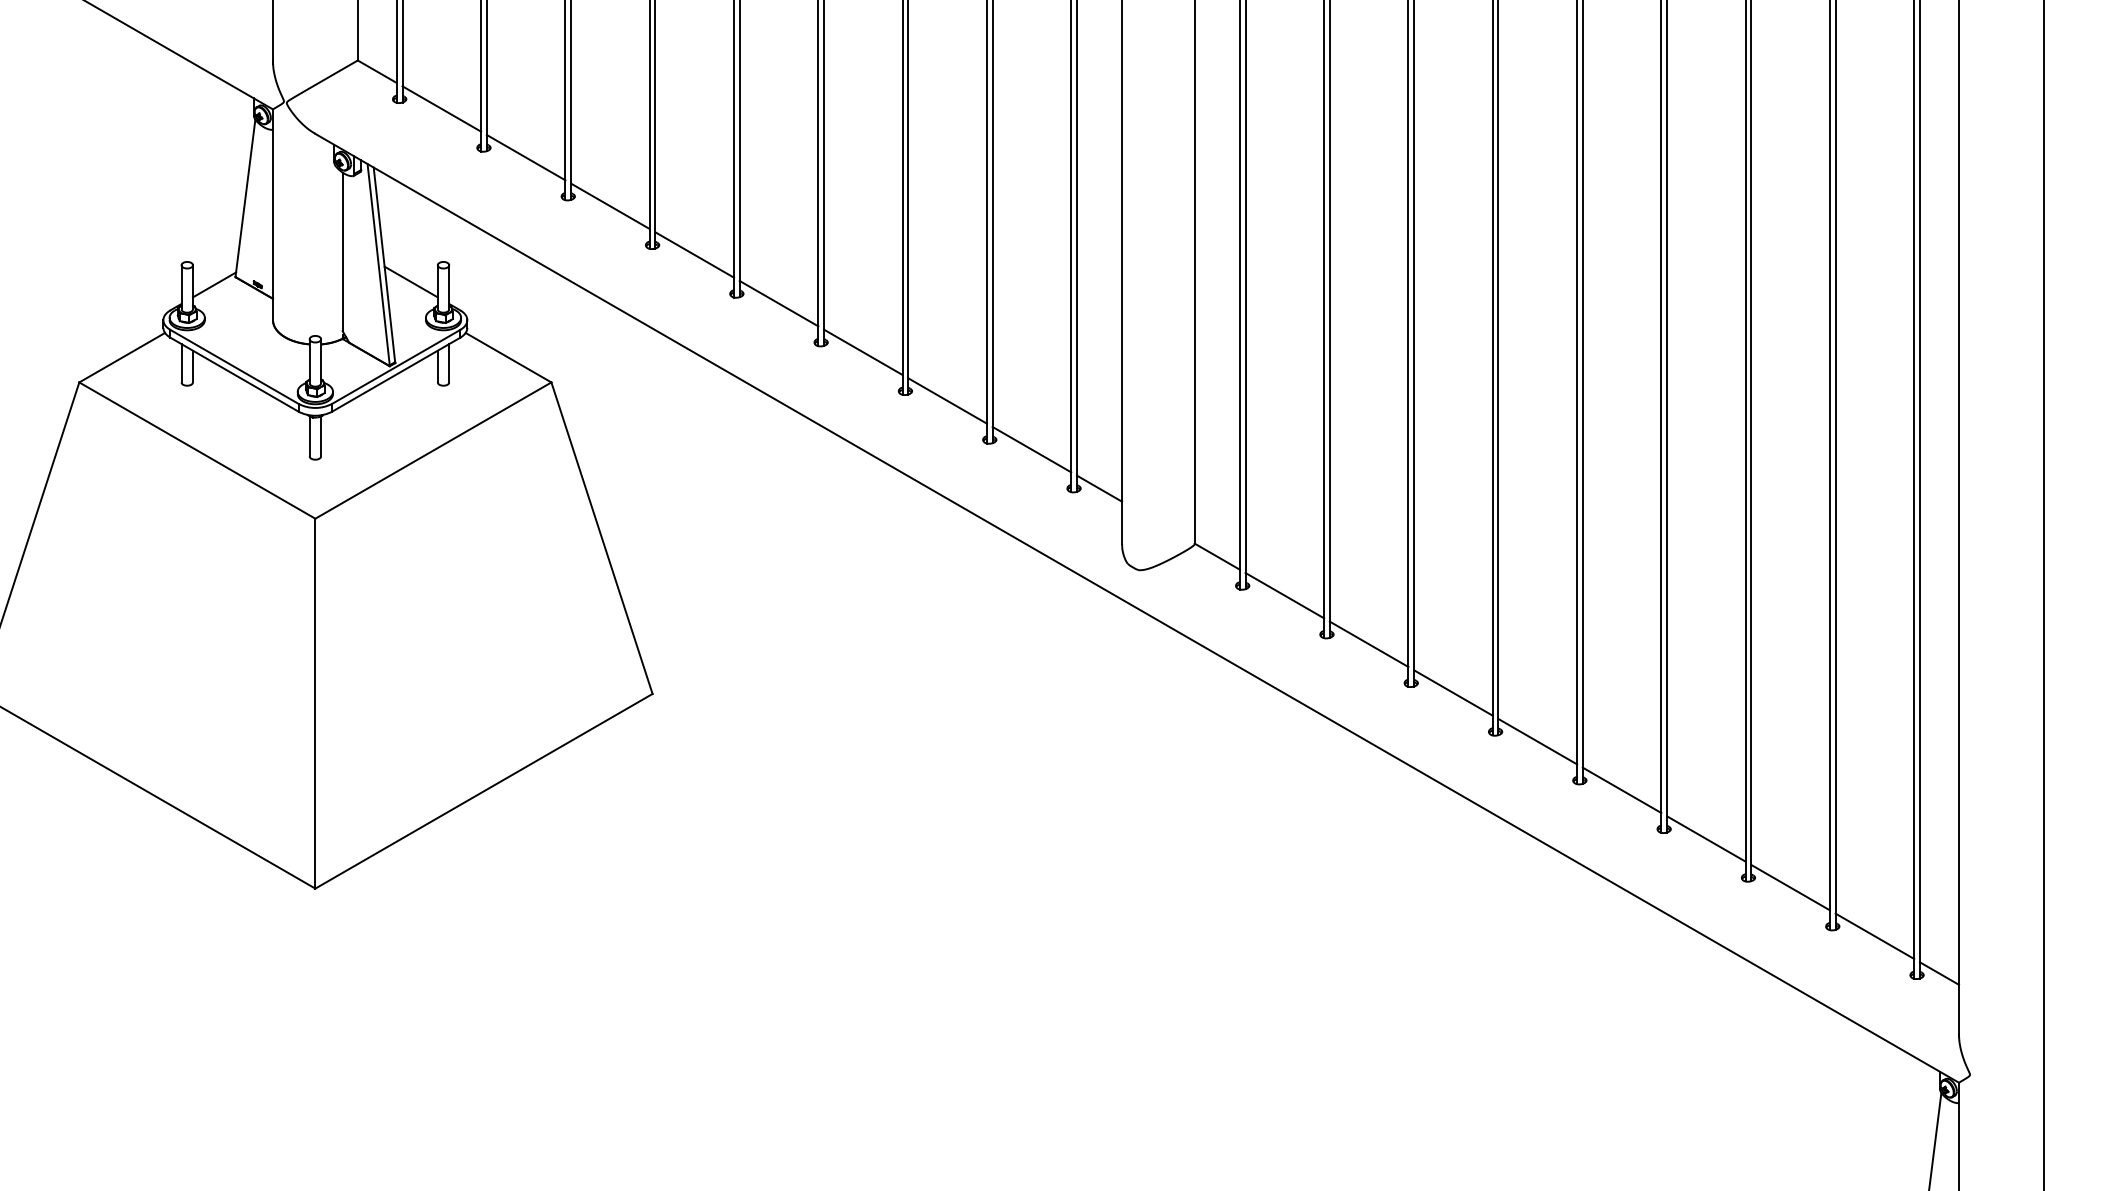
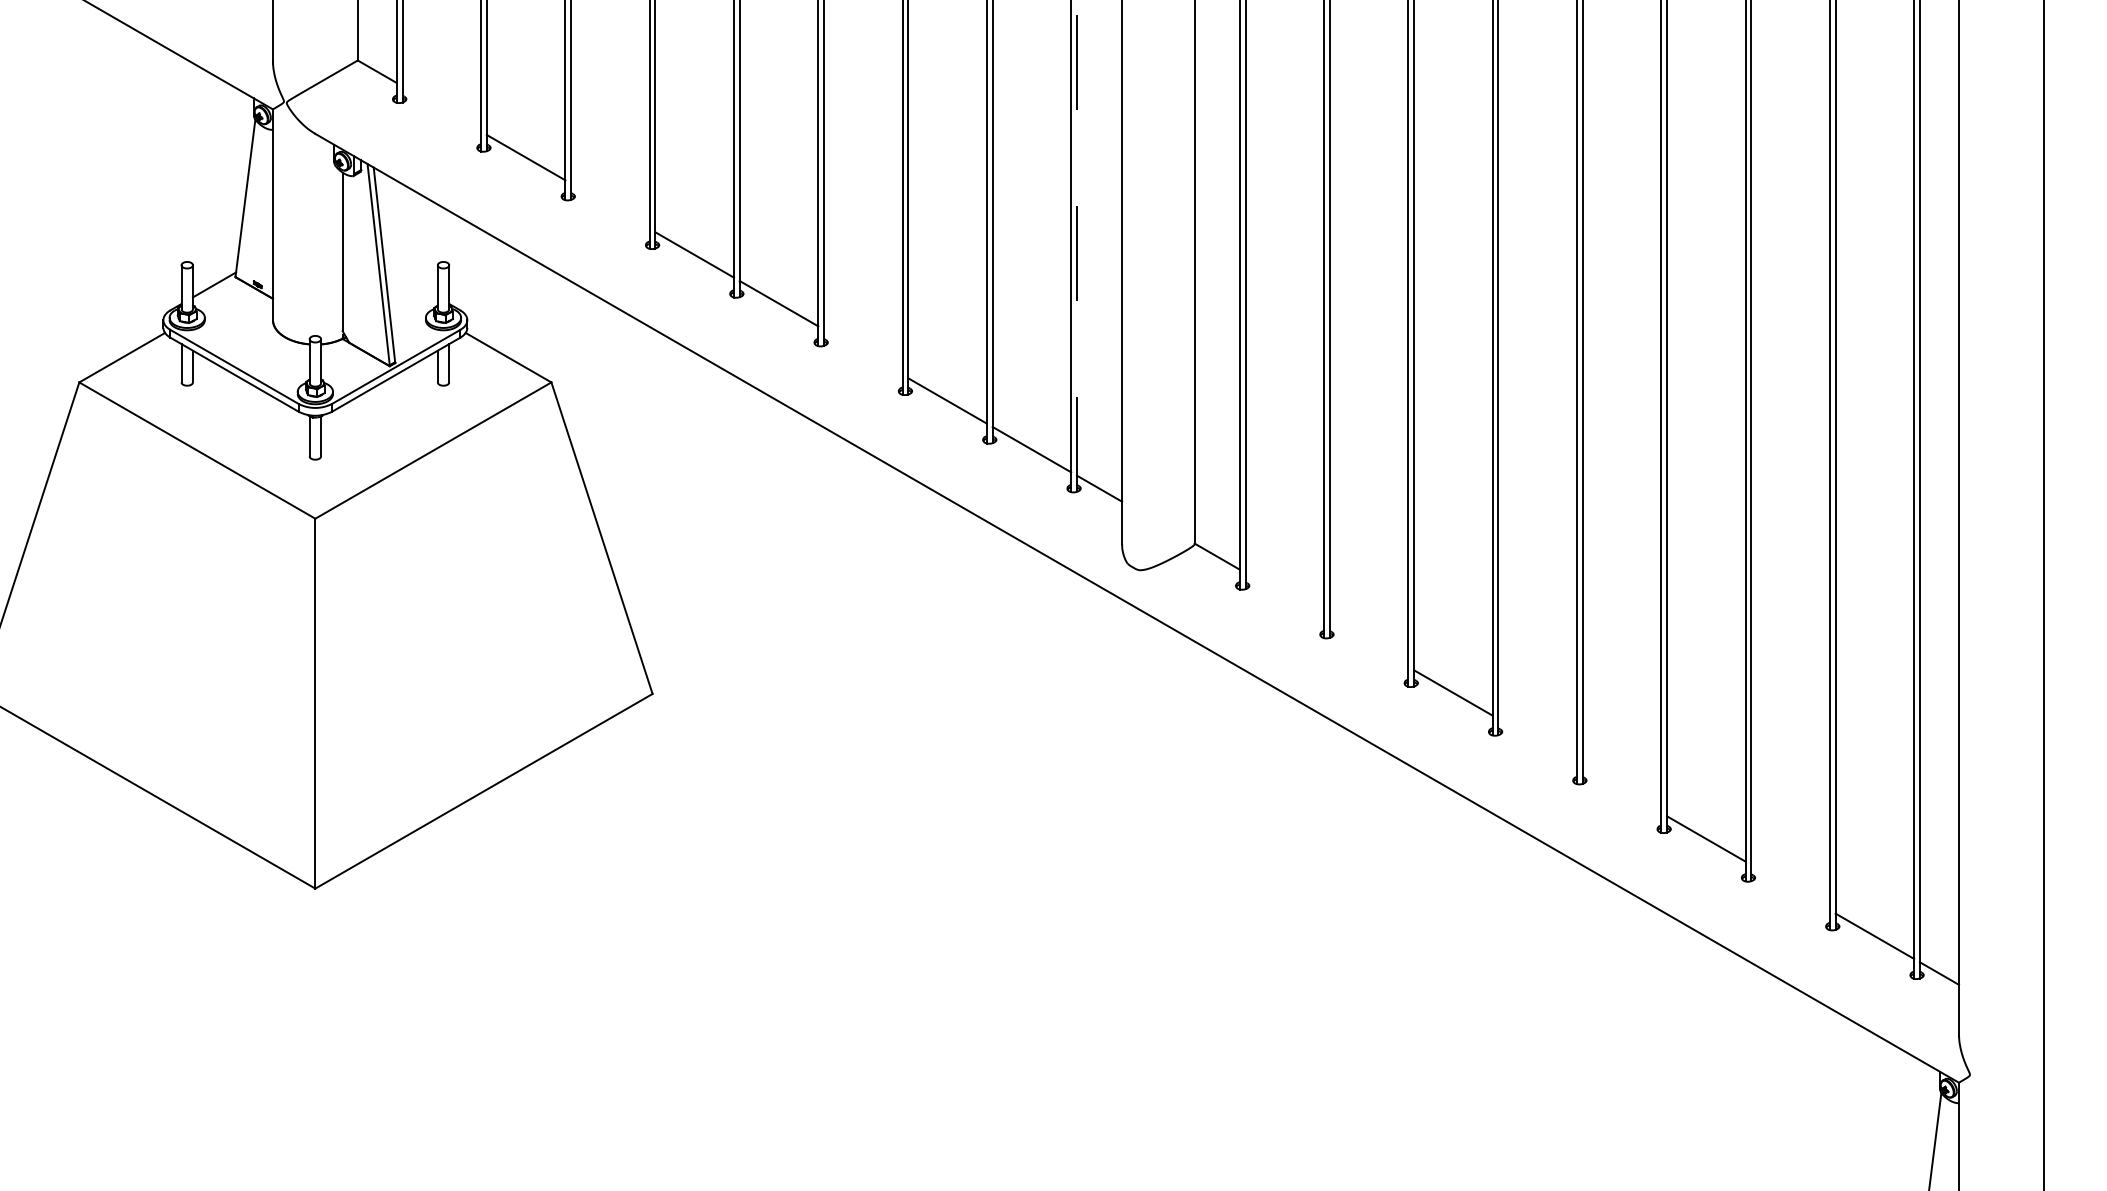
line at (441, 108): present -> none
line at (610, 206): present -> none
line at (1076, 245): solid -> dashed
line at (410, 281): present -> none
line at (863, 352): present -> none
line at (1284, 595): present -> none
line at (1368, 644): present -> none
line at (1537, 741): present -> none
line at (1621, 790): present -> none
line at (1790, 887): present -> none
